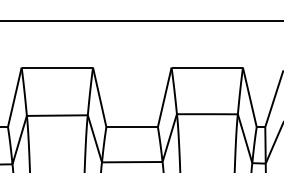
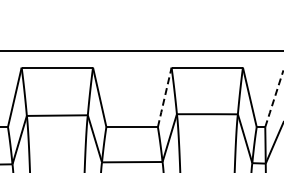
line at (141, 21) position: (141, 21) -> (141, 51)
line at (164, 97): solid -> dashed
line at (274, 98): solid -> dashed
